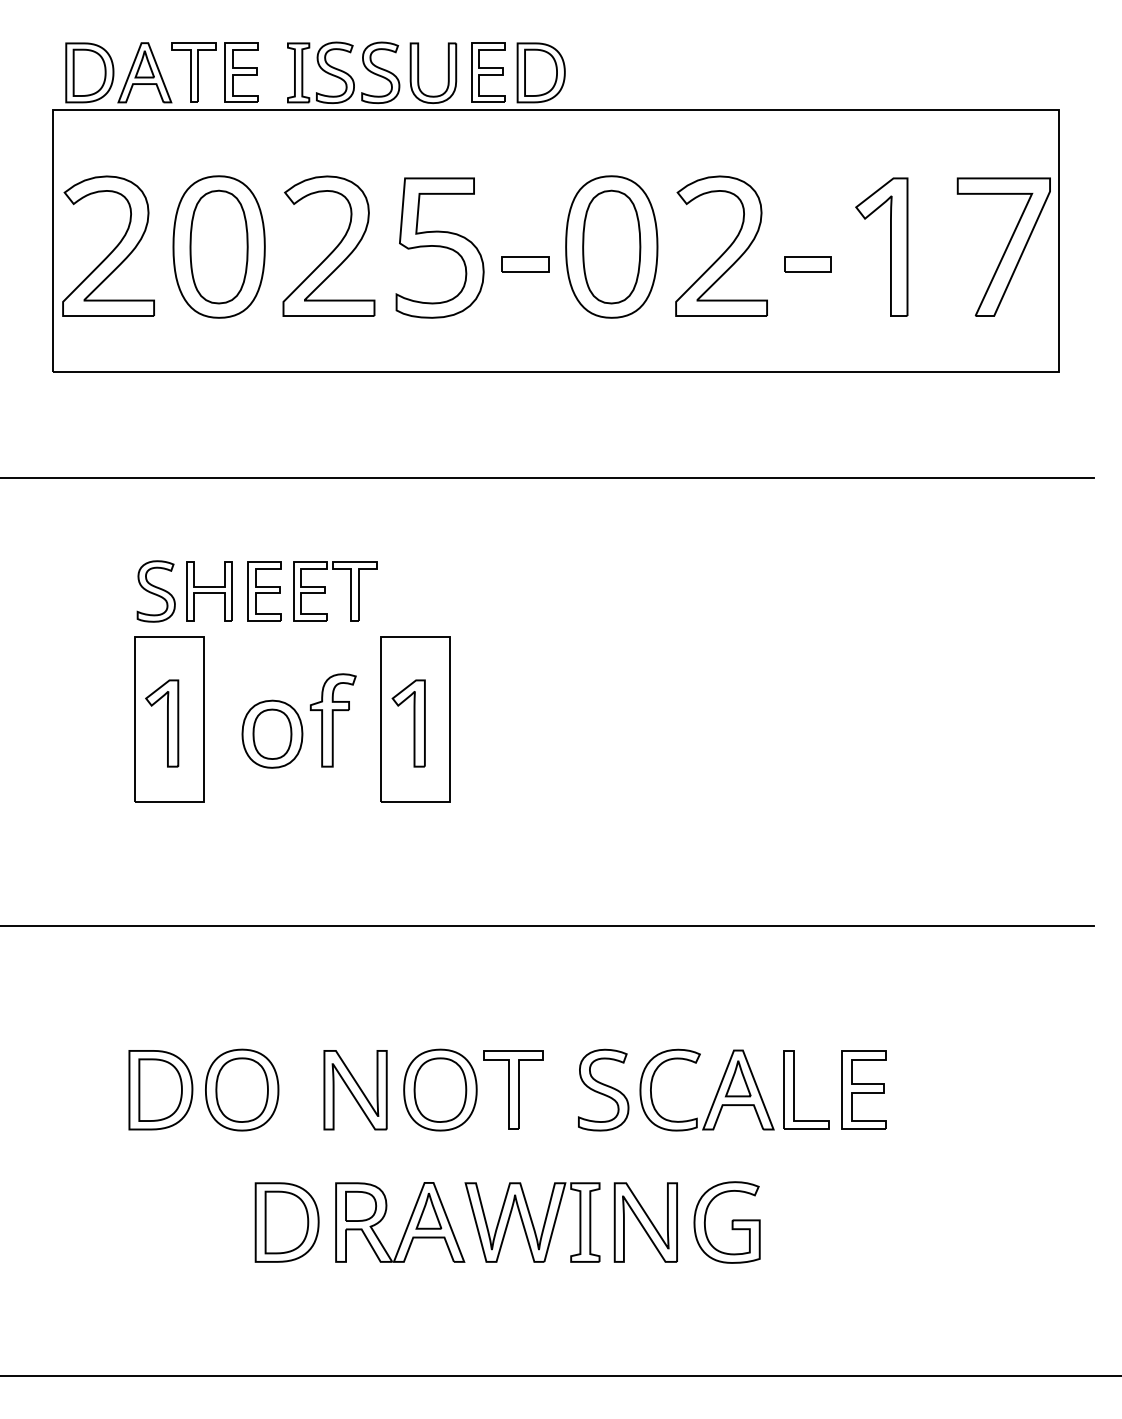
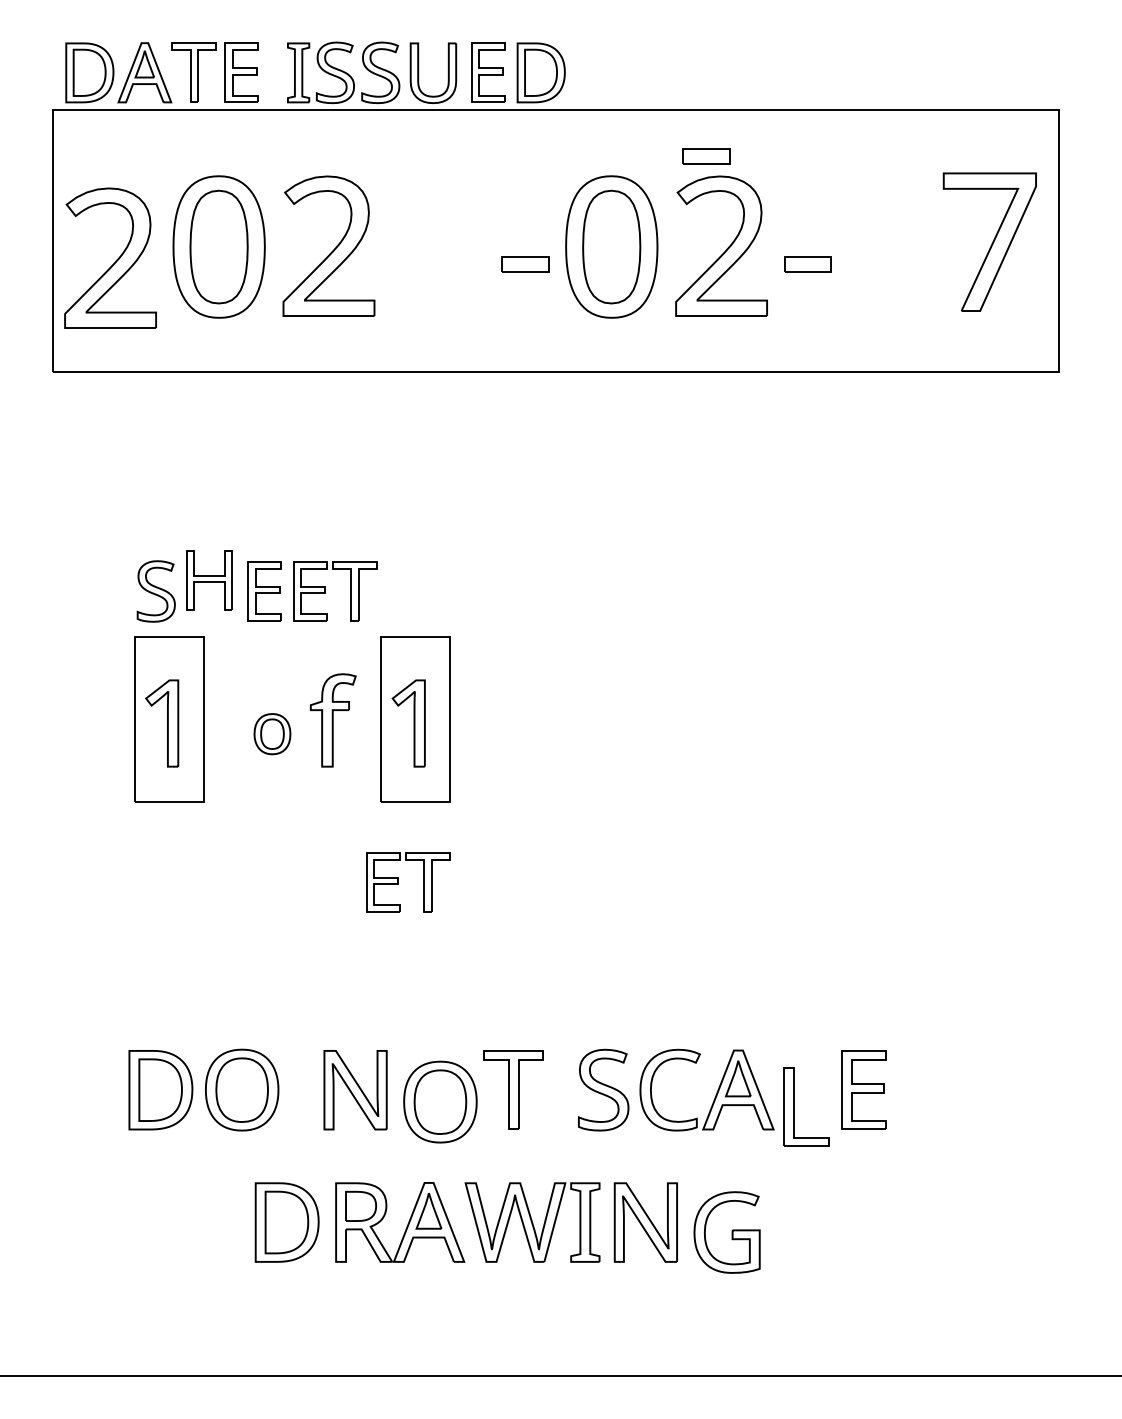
part at (706, 156): none -> present
part at (108, 245) position: (108, 245) -> (110, 257)
part at (890, 246): present -> none
part at (1003, 246) position: (1003, 246) -> (989, 241)
part at (439, 247): present -> none
line at (548, 478): present -> none
part at (209, 591) position: (209, 591) -> (209, 580)
part at (272, 733) size: 63x70 px -> 39x43 px
part at (398, 882): none -> present
line at (548, 926): present -> none
part at (440, 1089) position: (440, 1089) -> (440, 1101)
part at (794, 1089) position: (794, 1089) -> (794, 1106)
part at (726, 1222) position: (726, 1222) -> (726, 1232)
